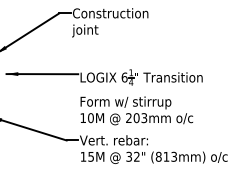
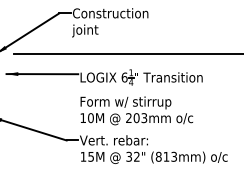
line at (127, 53): none -> present
